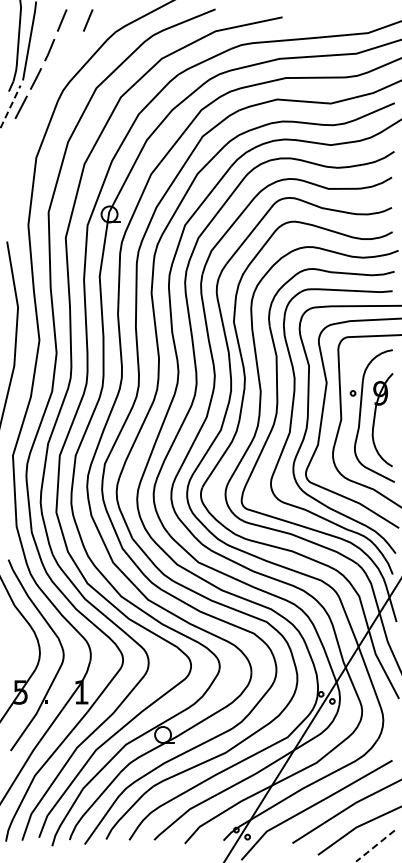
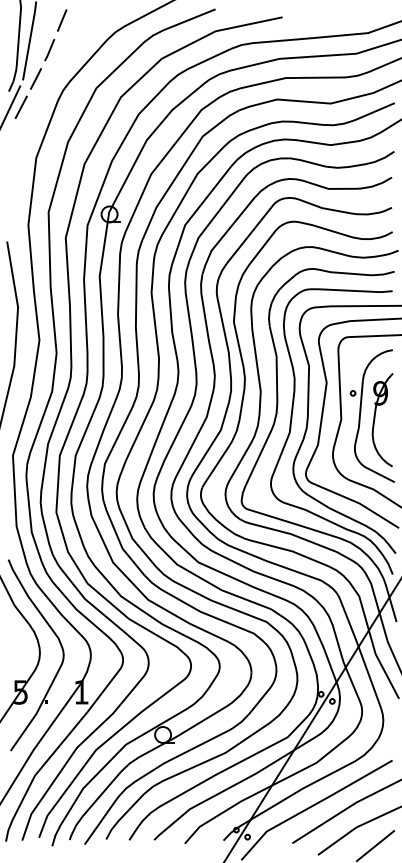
line at (88, 20): present -> none
line at (10, 107): dashed -> solid
line at (375, 846): dashed -> solid
